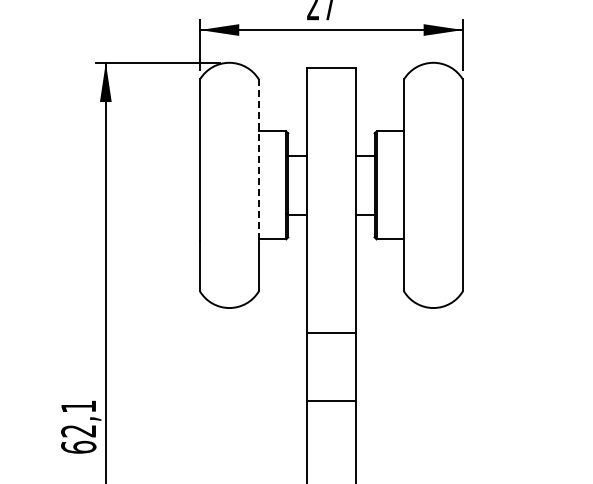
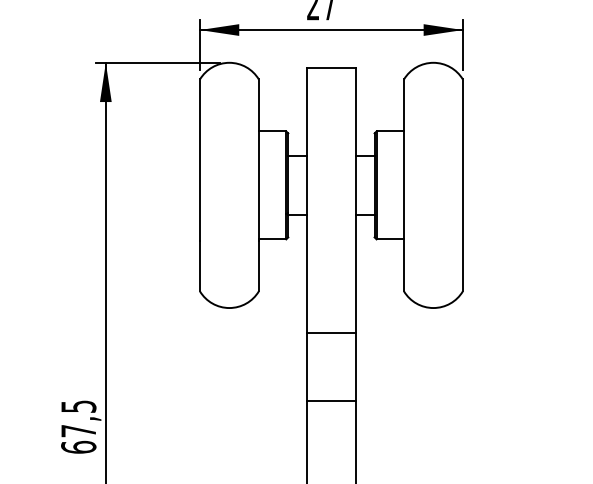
line at (258, 160): dashed -> solid
text at (78, 418): 62,1 -> 67,5
